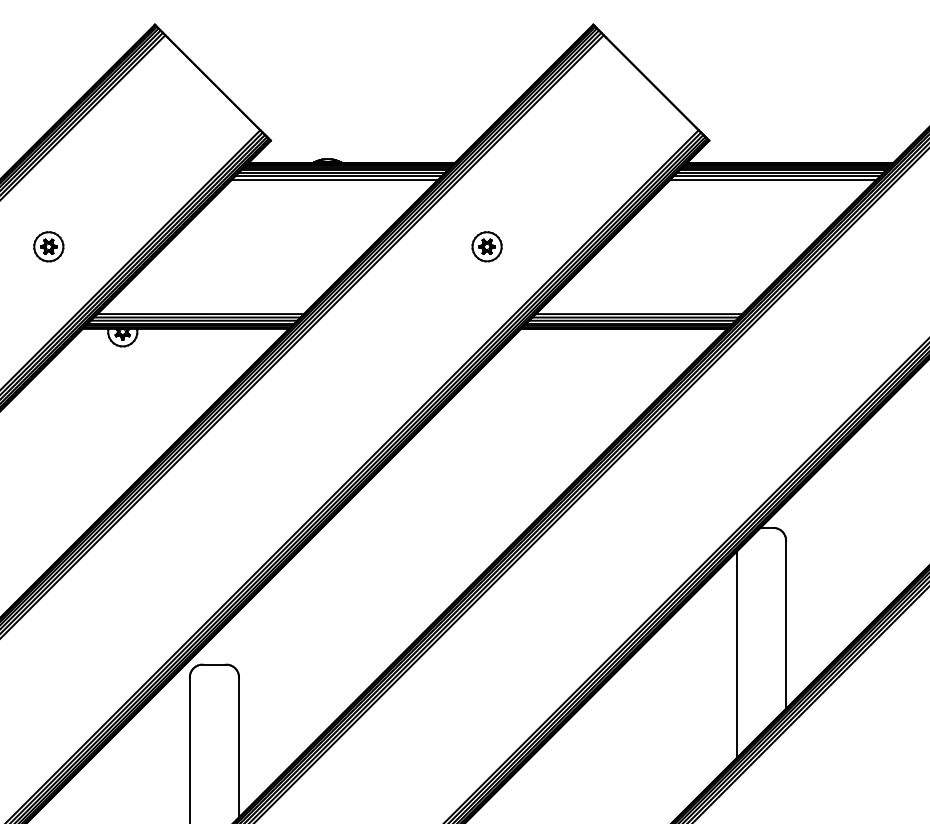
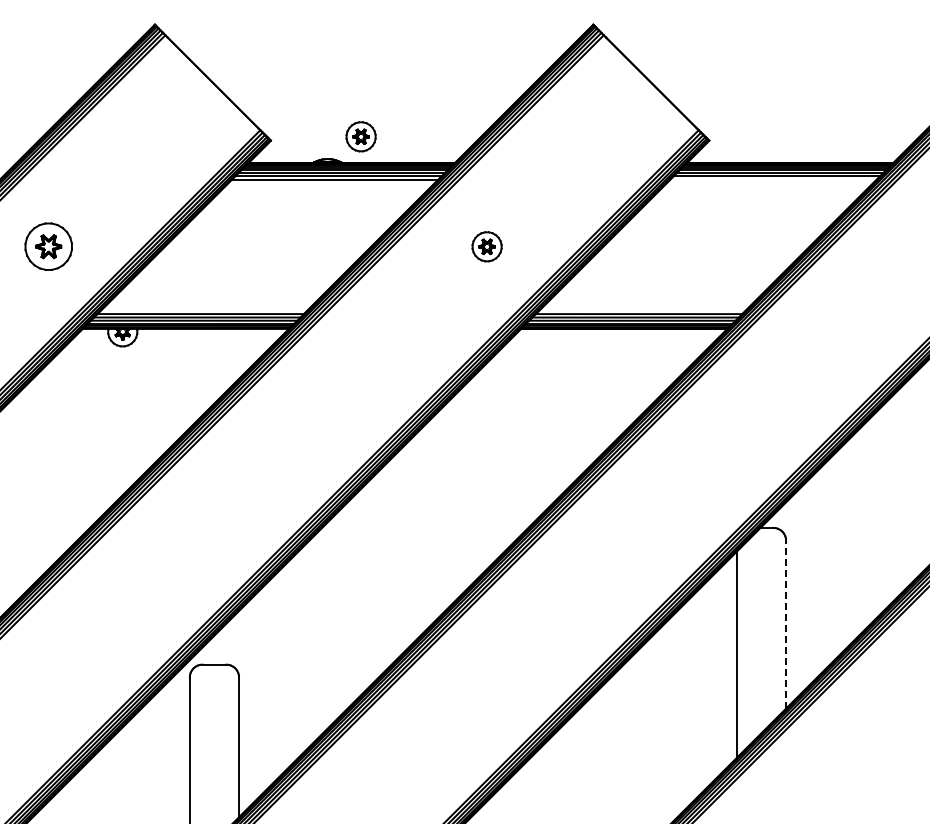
part at (360, 136): none -> present
line at (773, 179): present -> none
part at (48, 246) size: 32x32 px -> 49x49 px
line at (786, 624): solid -> dashed
